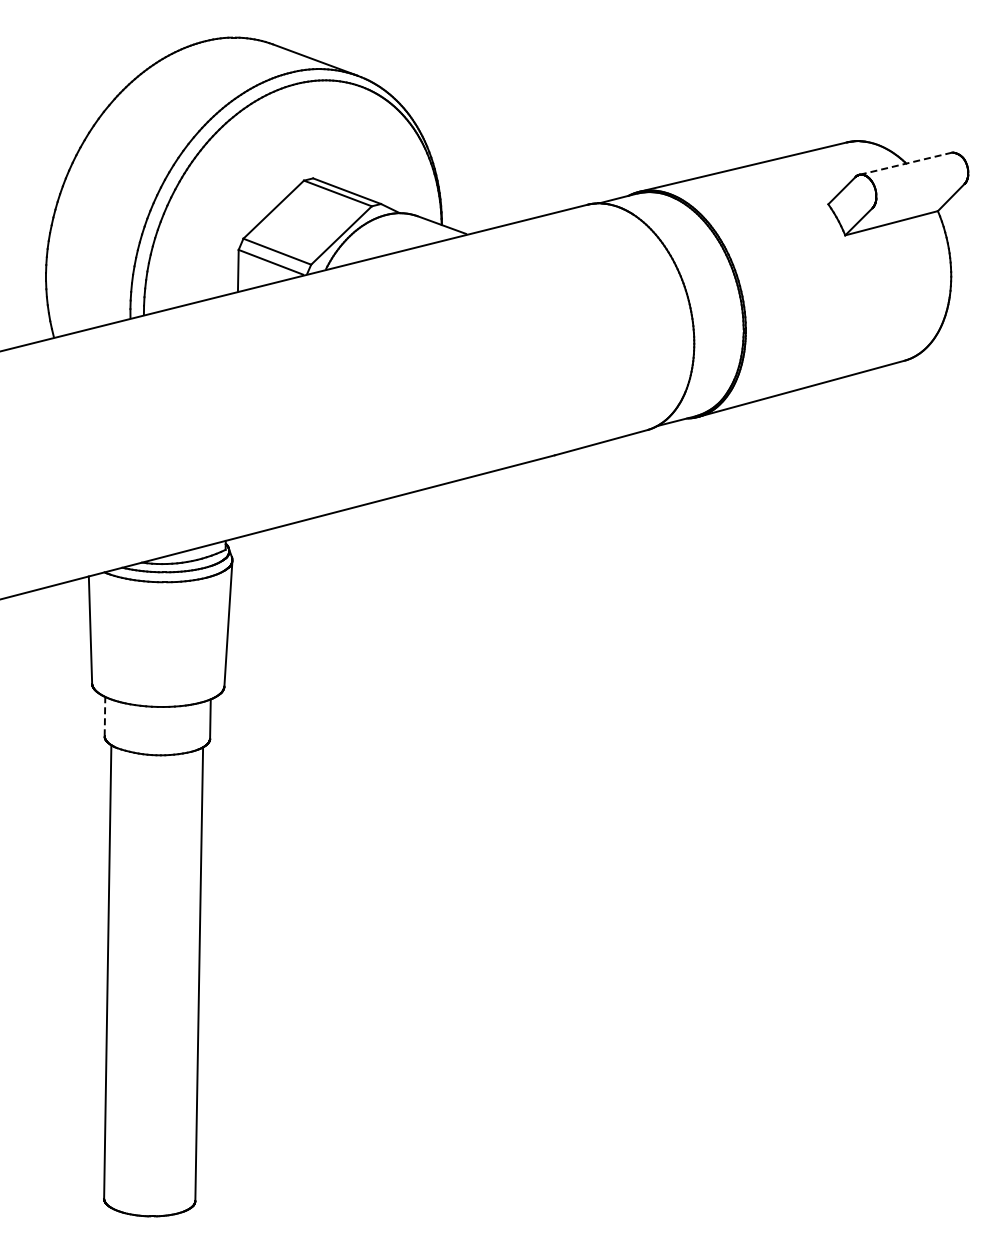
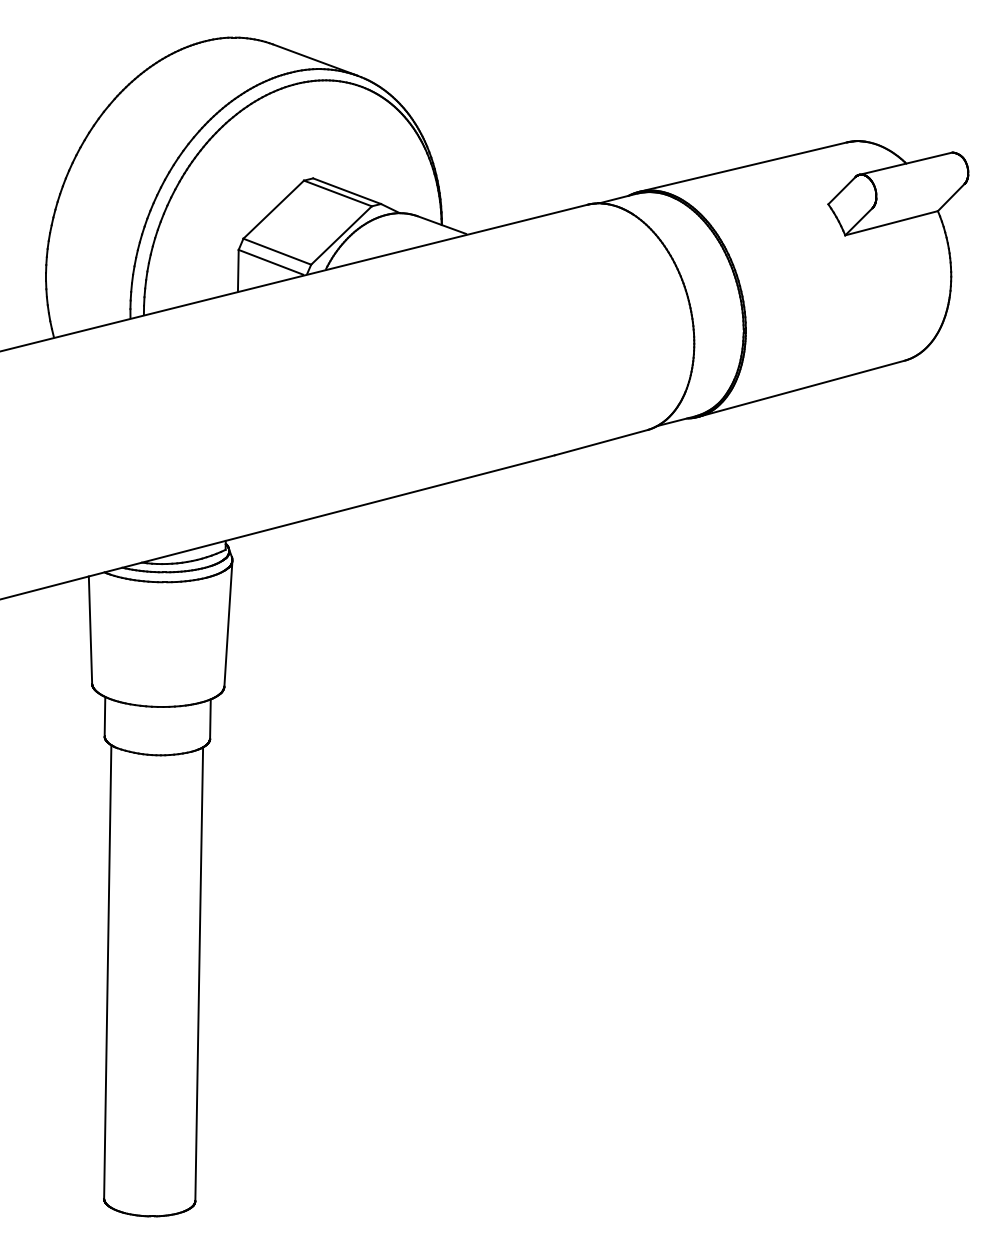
line at (906, 163): dashed -> solid
line at (104, 716): dashed -> solid
